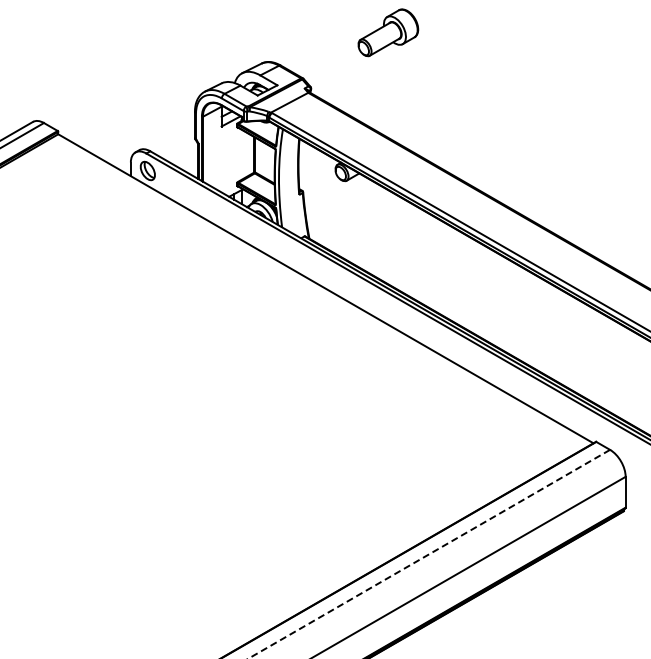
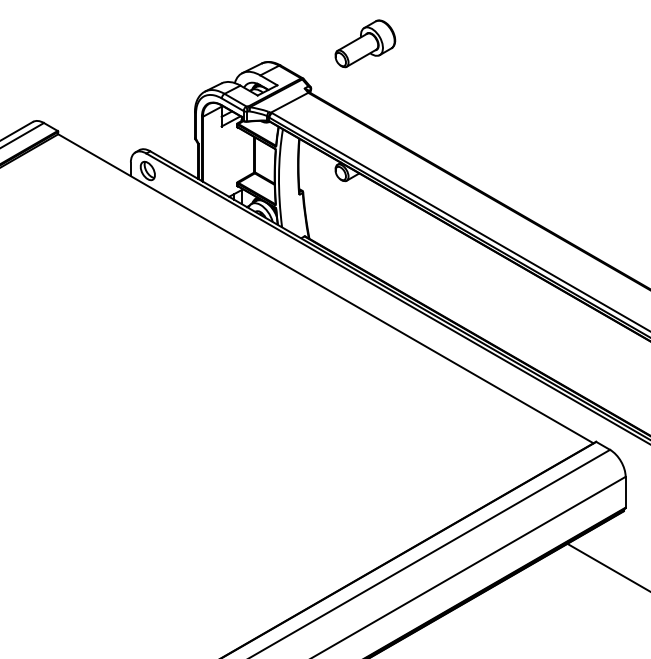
part at (388, 32) position: (388, 32) -> (365, 43)
line at (429, 554): dashed -> solid
line at (607, 566): none -> present
